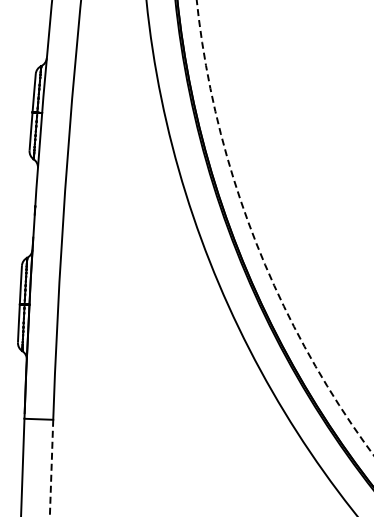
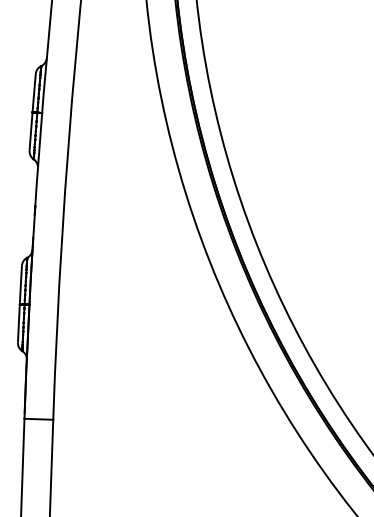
arc at (254, 238): dashed -> solid
line at (51, 468): dashed -> solid
